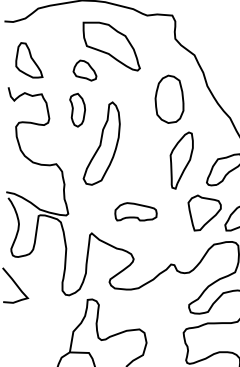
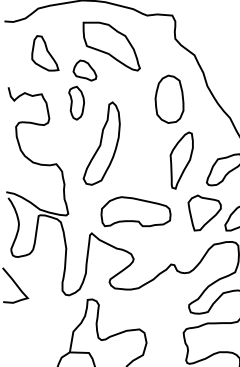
part at (29, 60) position: (29, 60) -> (45, 53)
part at (77, 110) position: (77, 110) -> (76, 103)
part at (135, 211) size: 44x20 px -> 72x32 px
